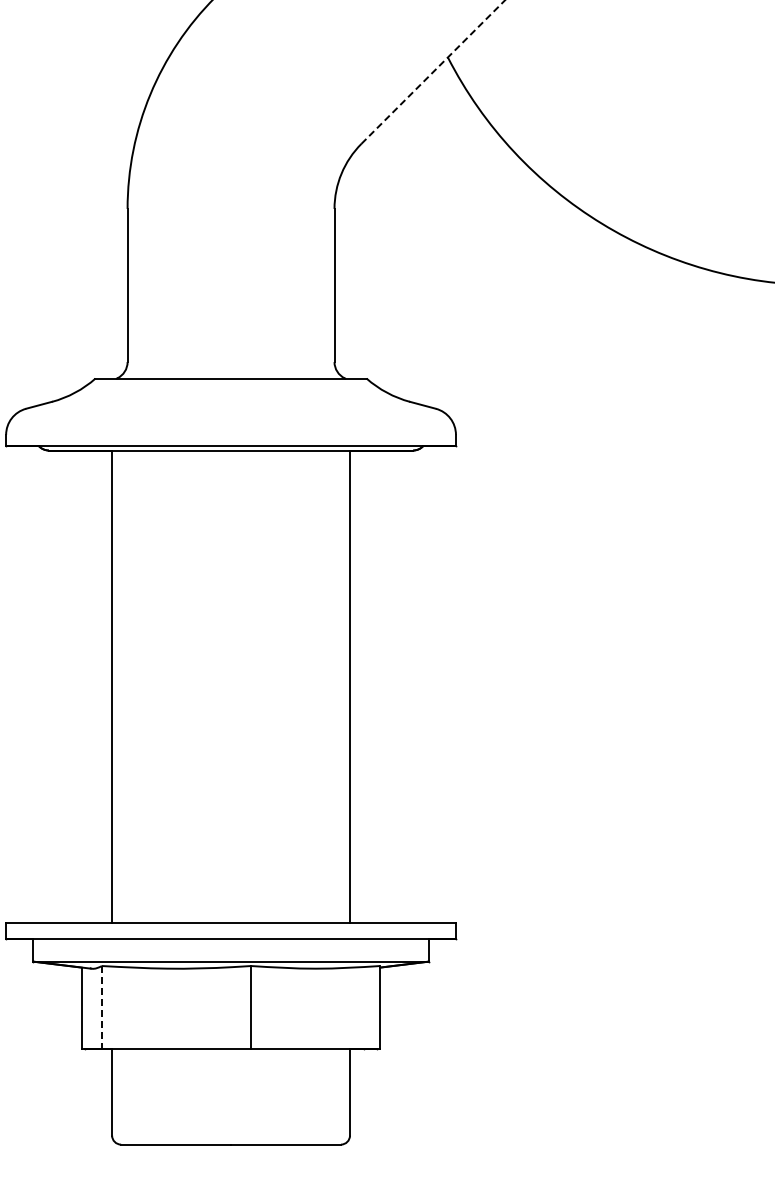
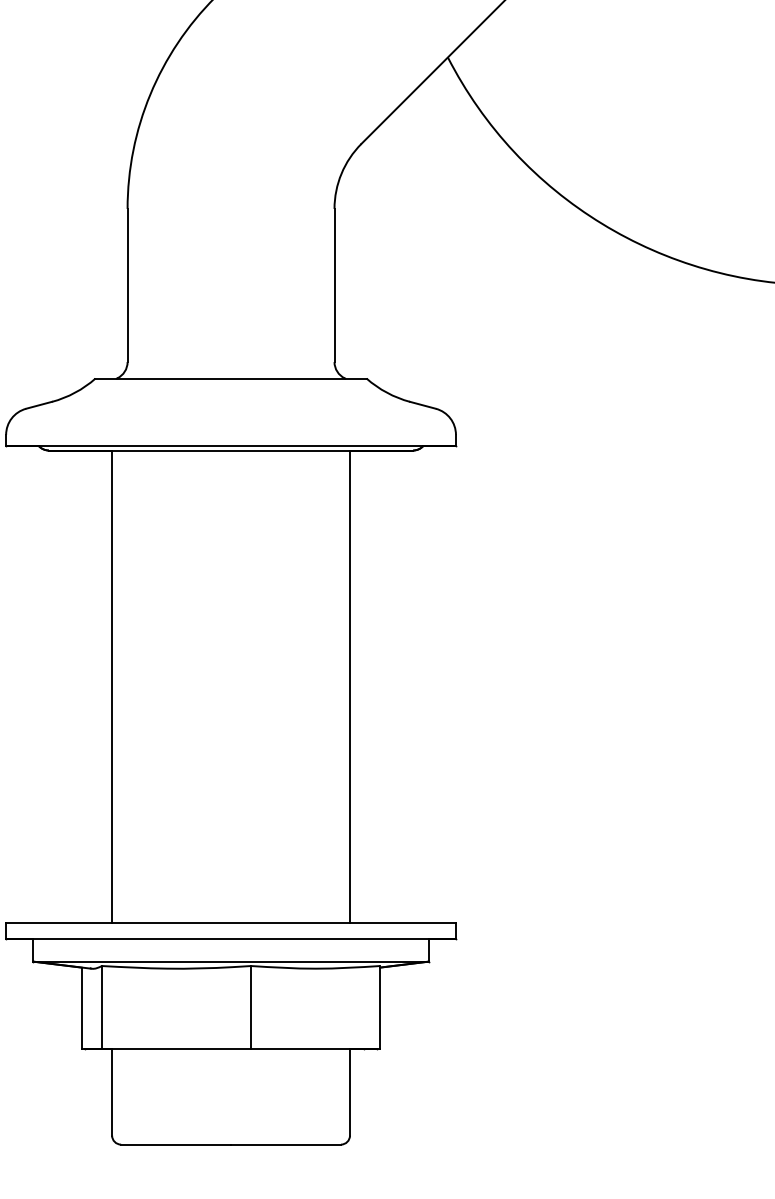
line at (433, 71): dashed -> solid
line at (101, 1007): dashed -> solid
